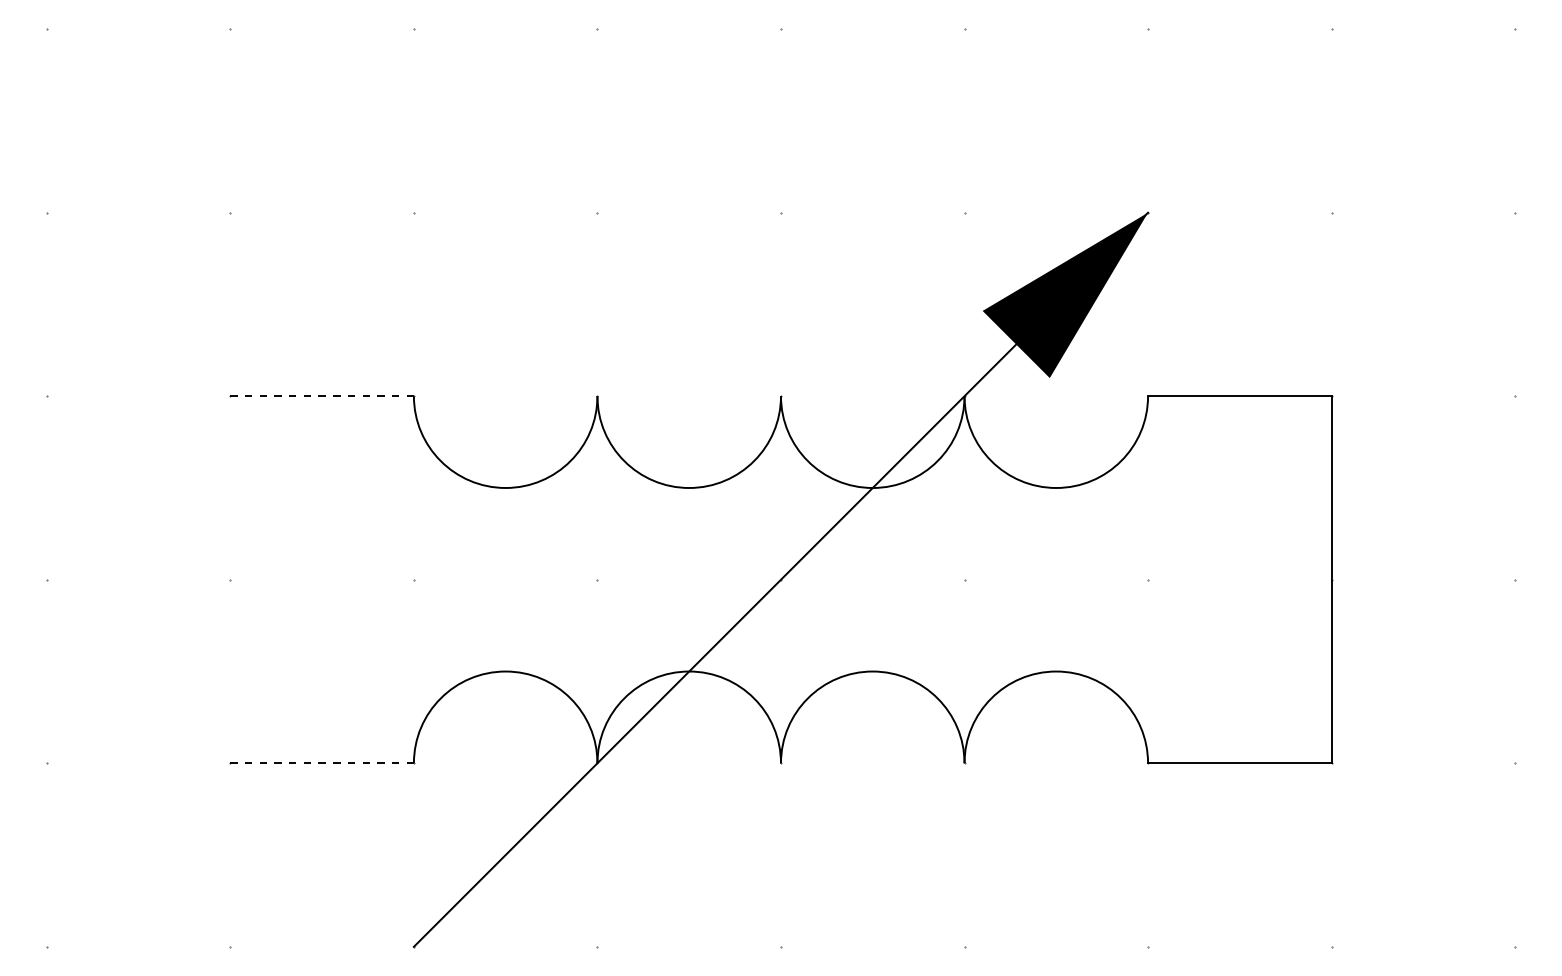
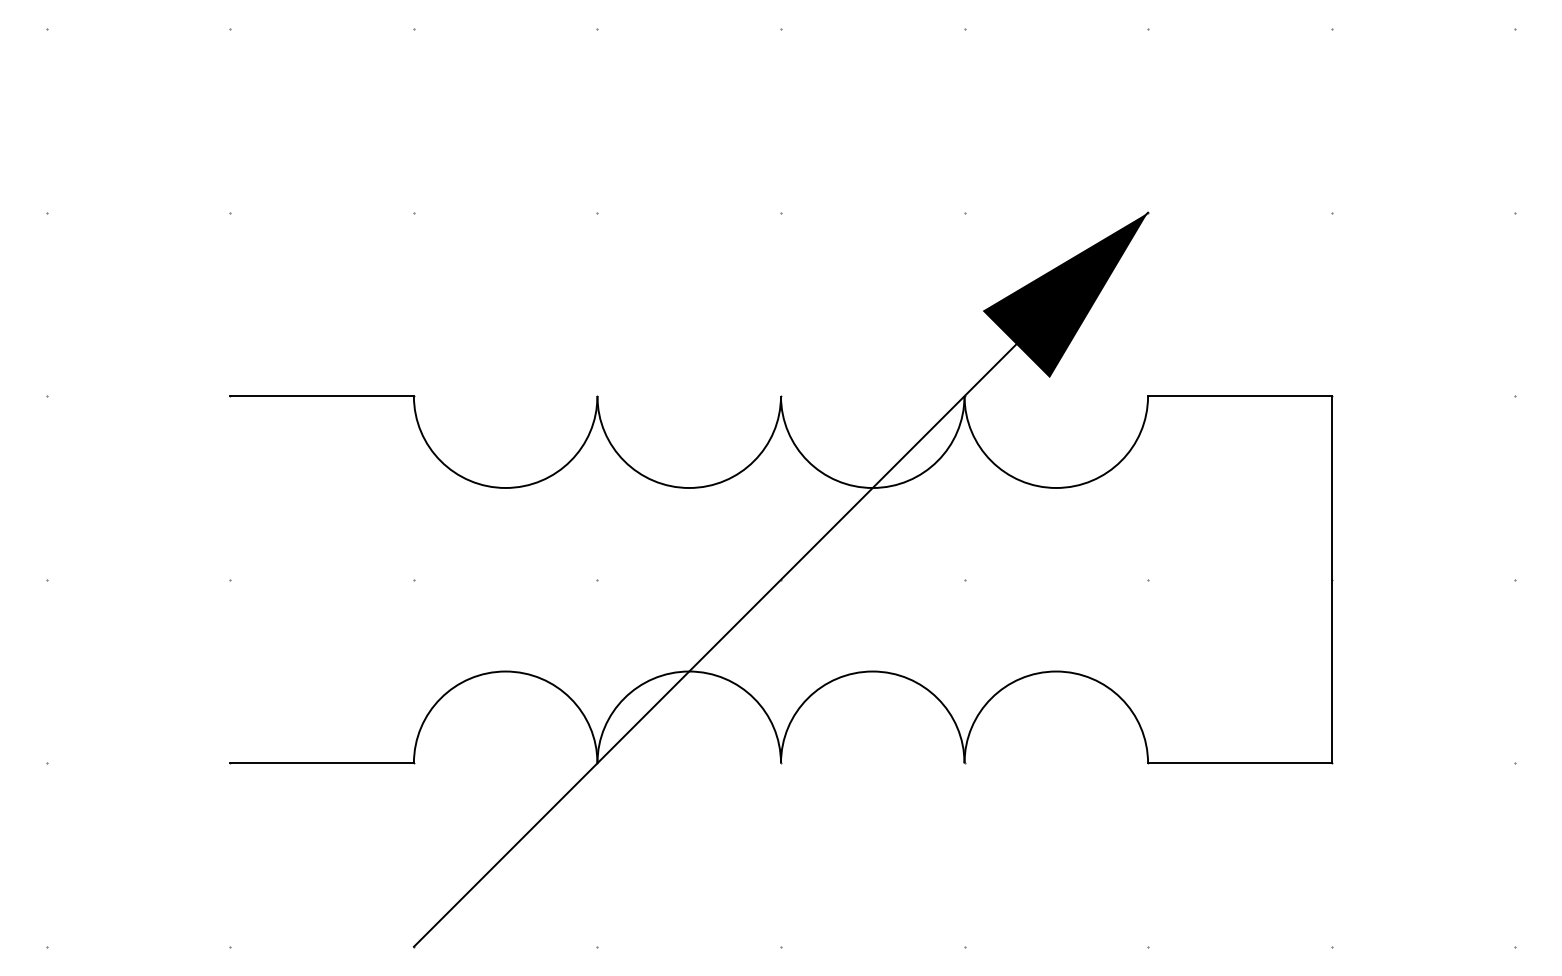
line at (322, 396): dashed -> solid
line at (322, 763): dashed -> solid
